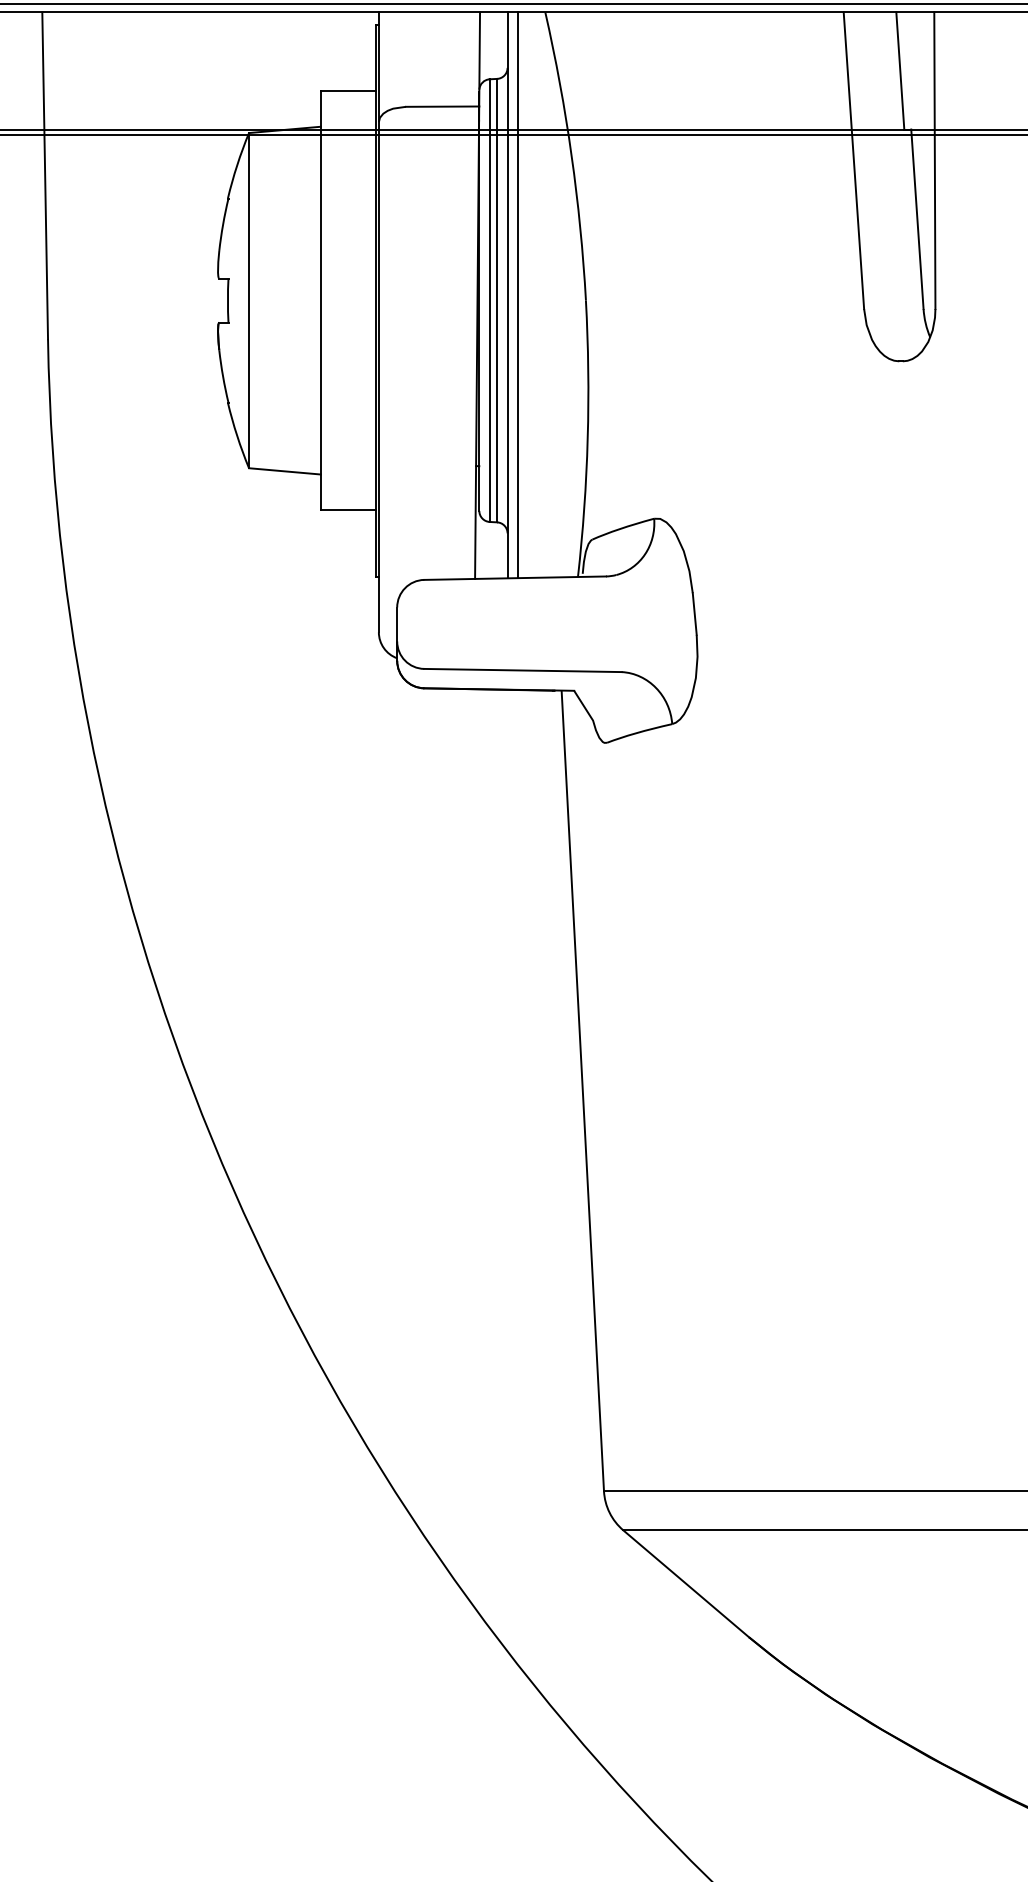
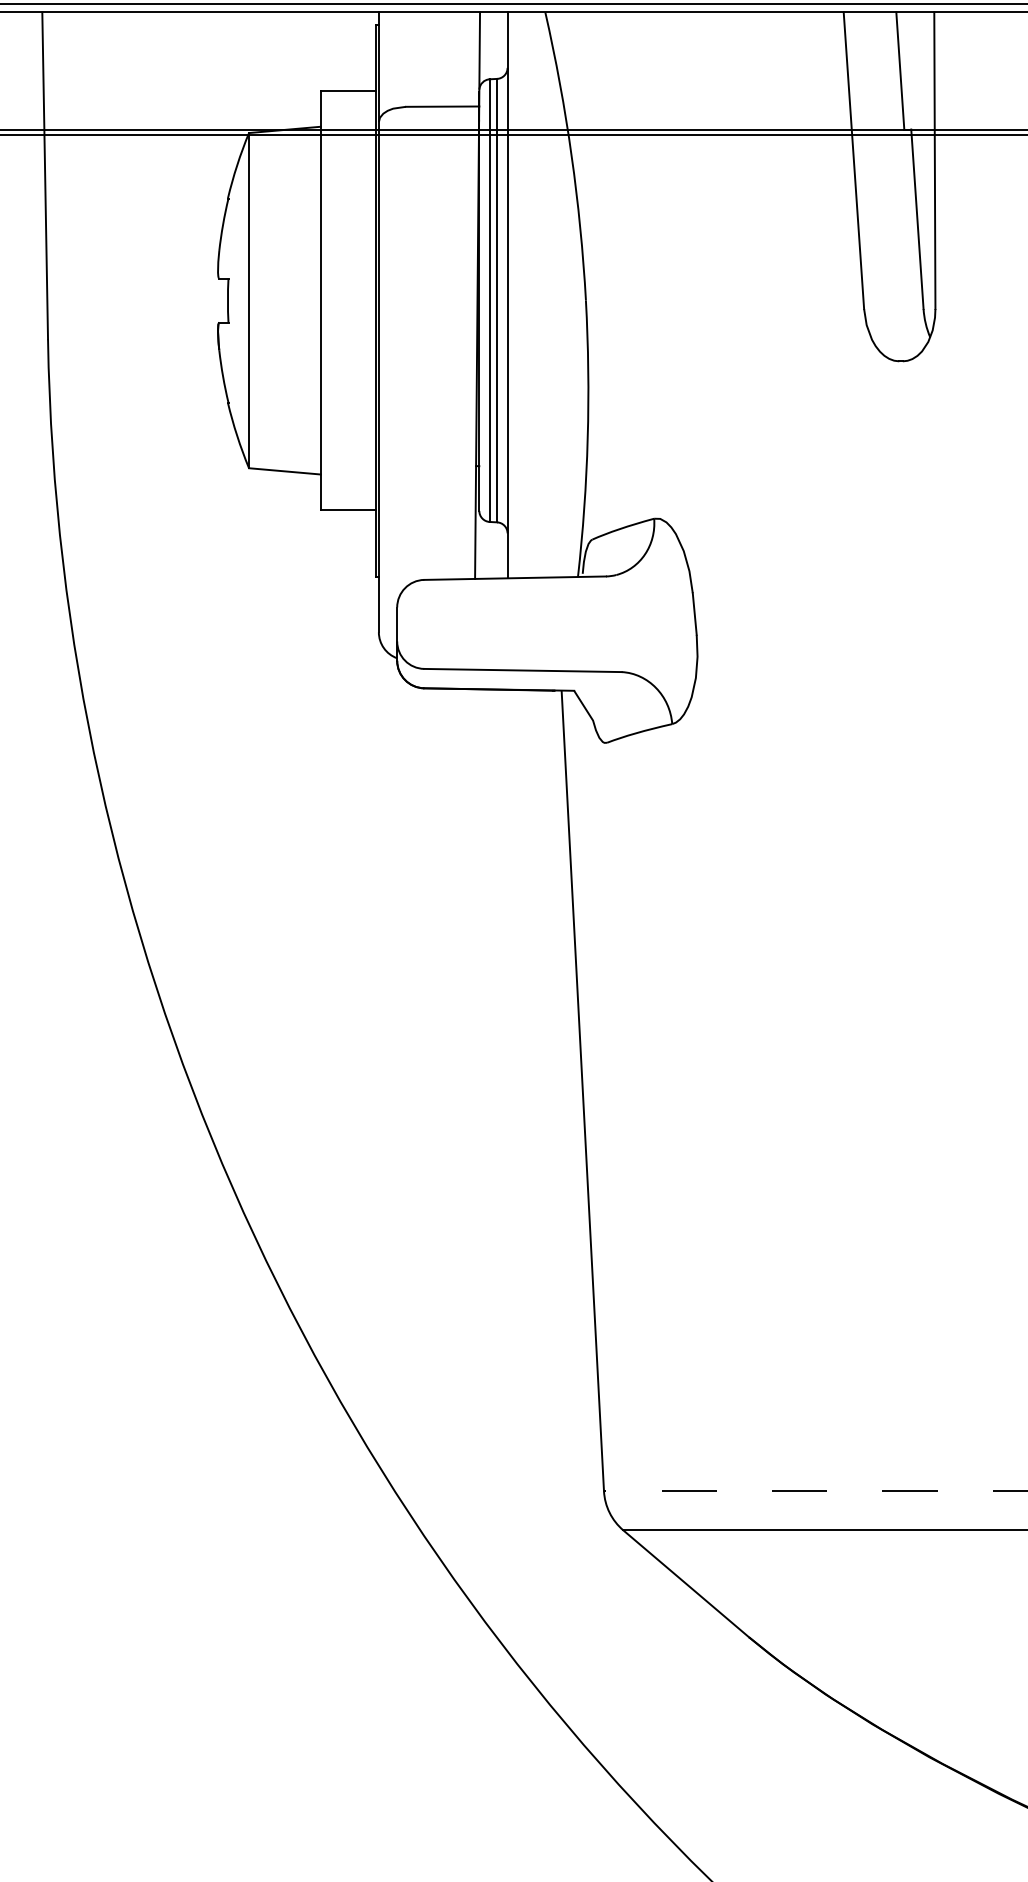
line at (518, 295): present -> none
line at (815, 1491): solid -> dashed
